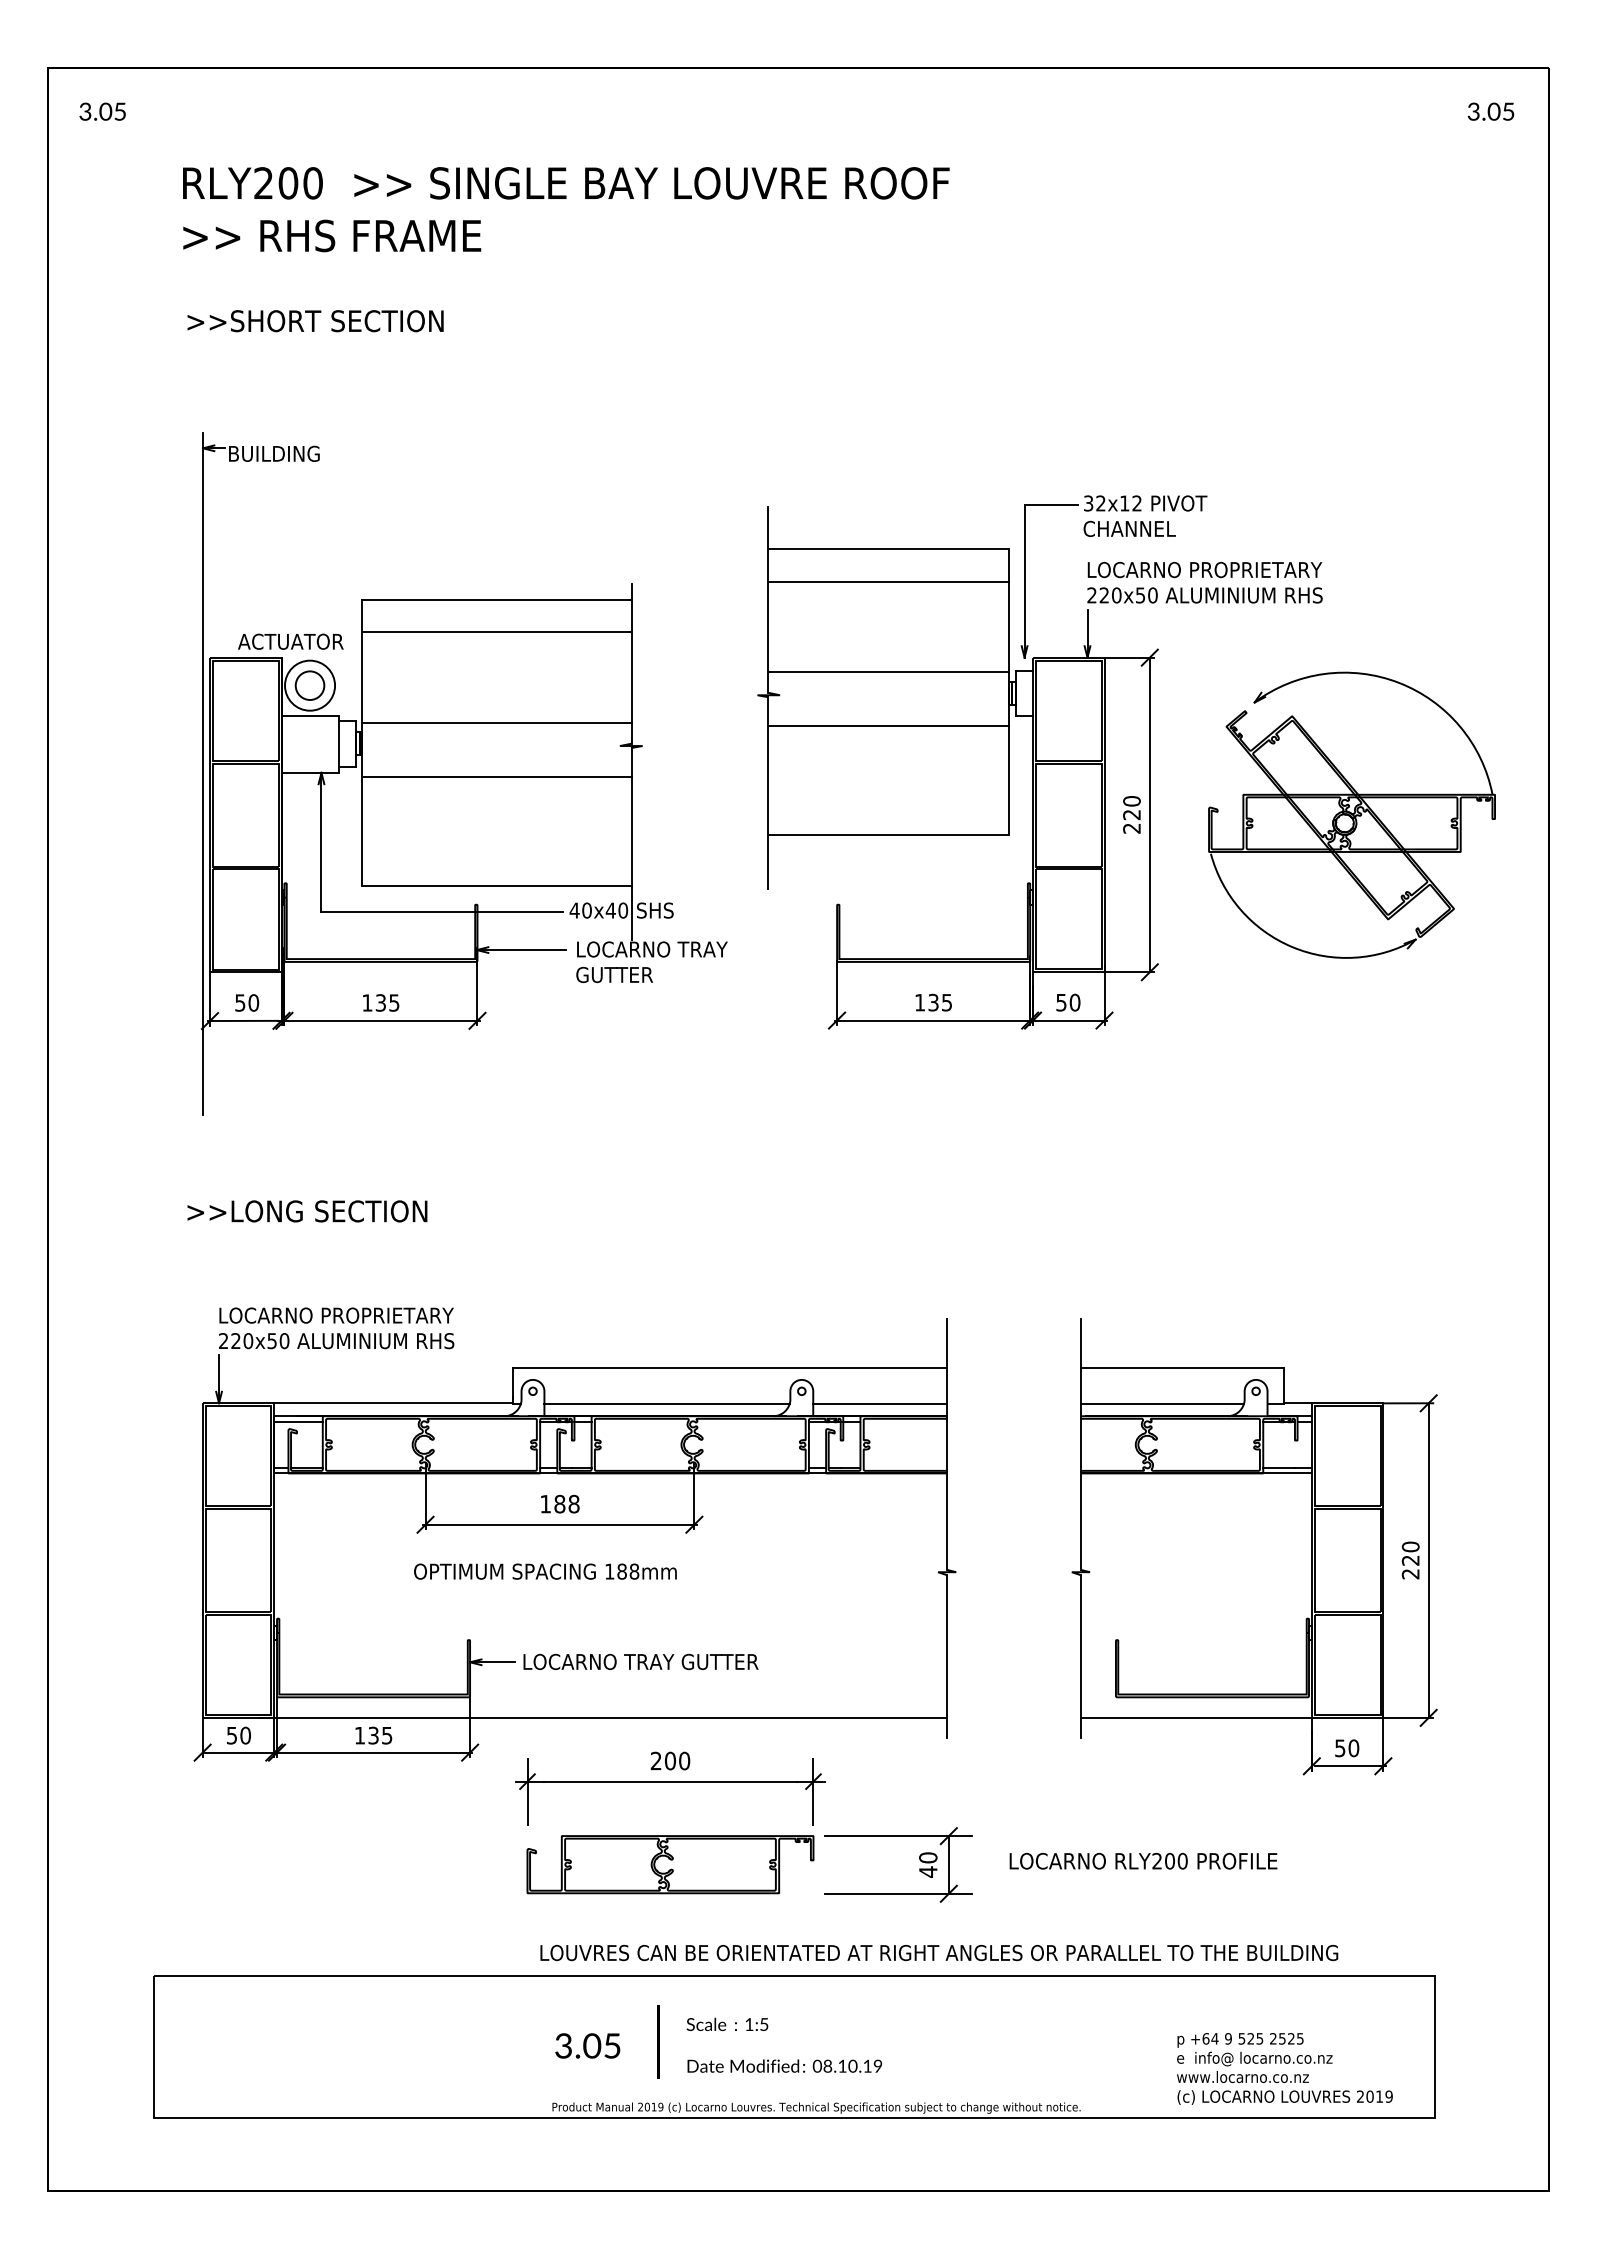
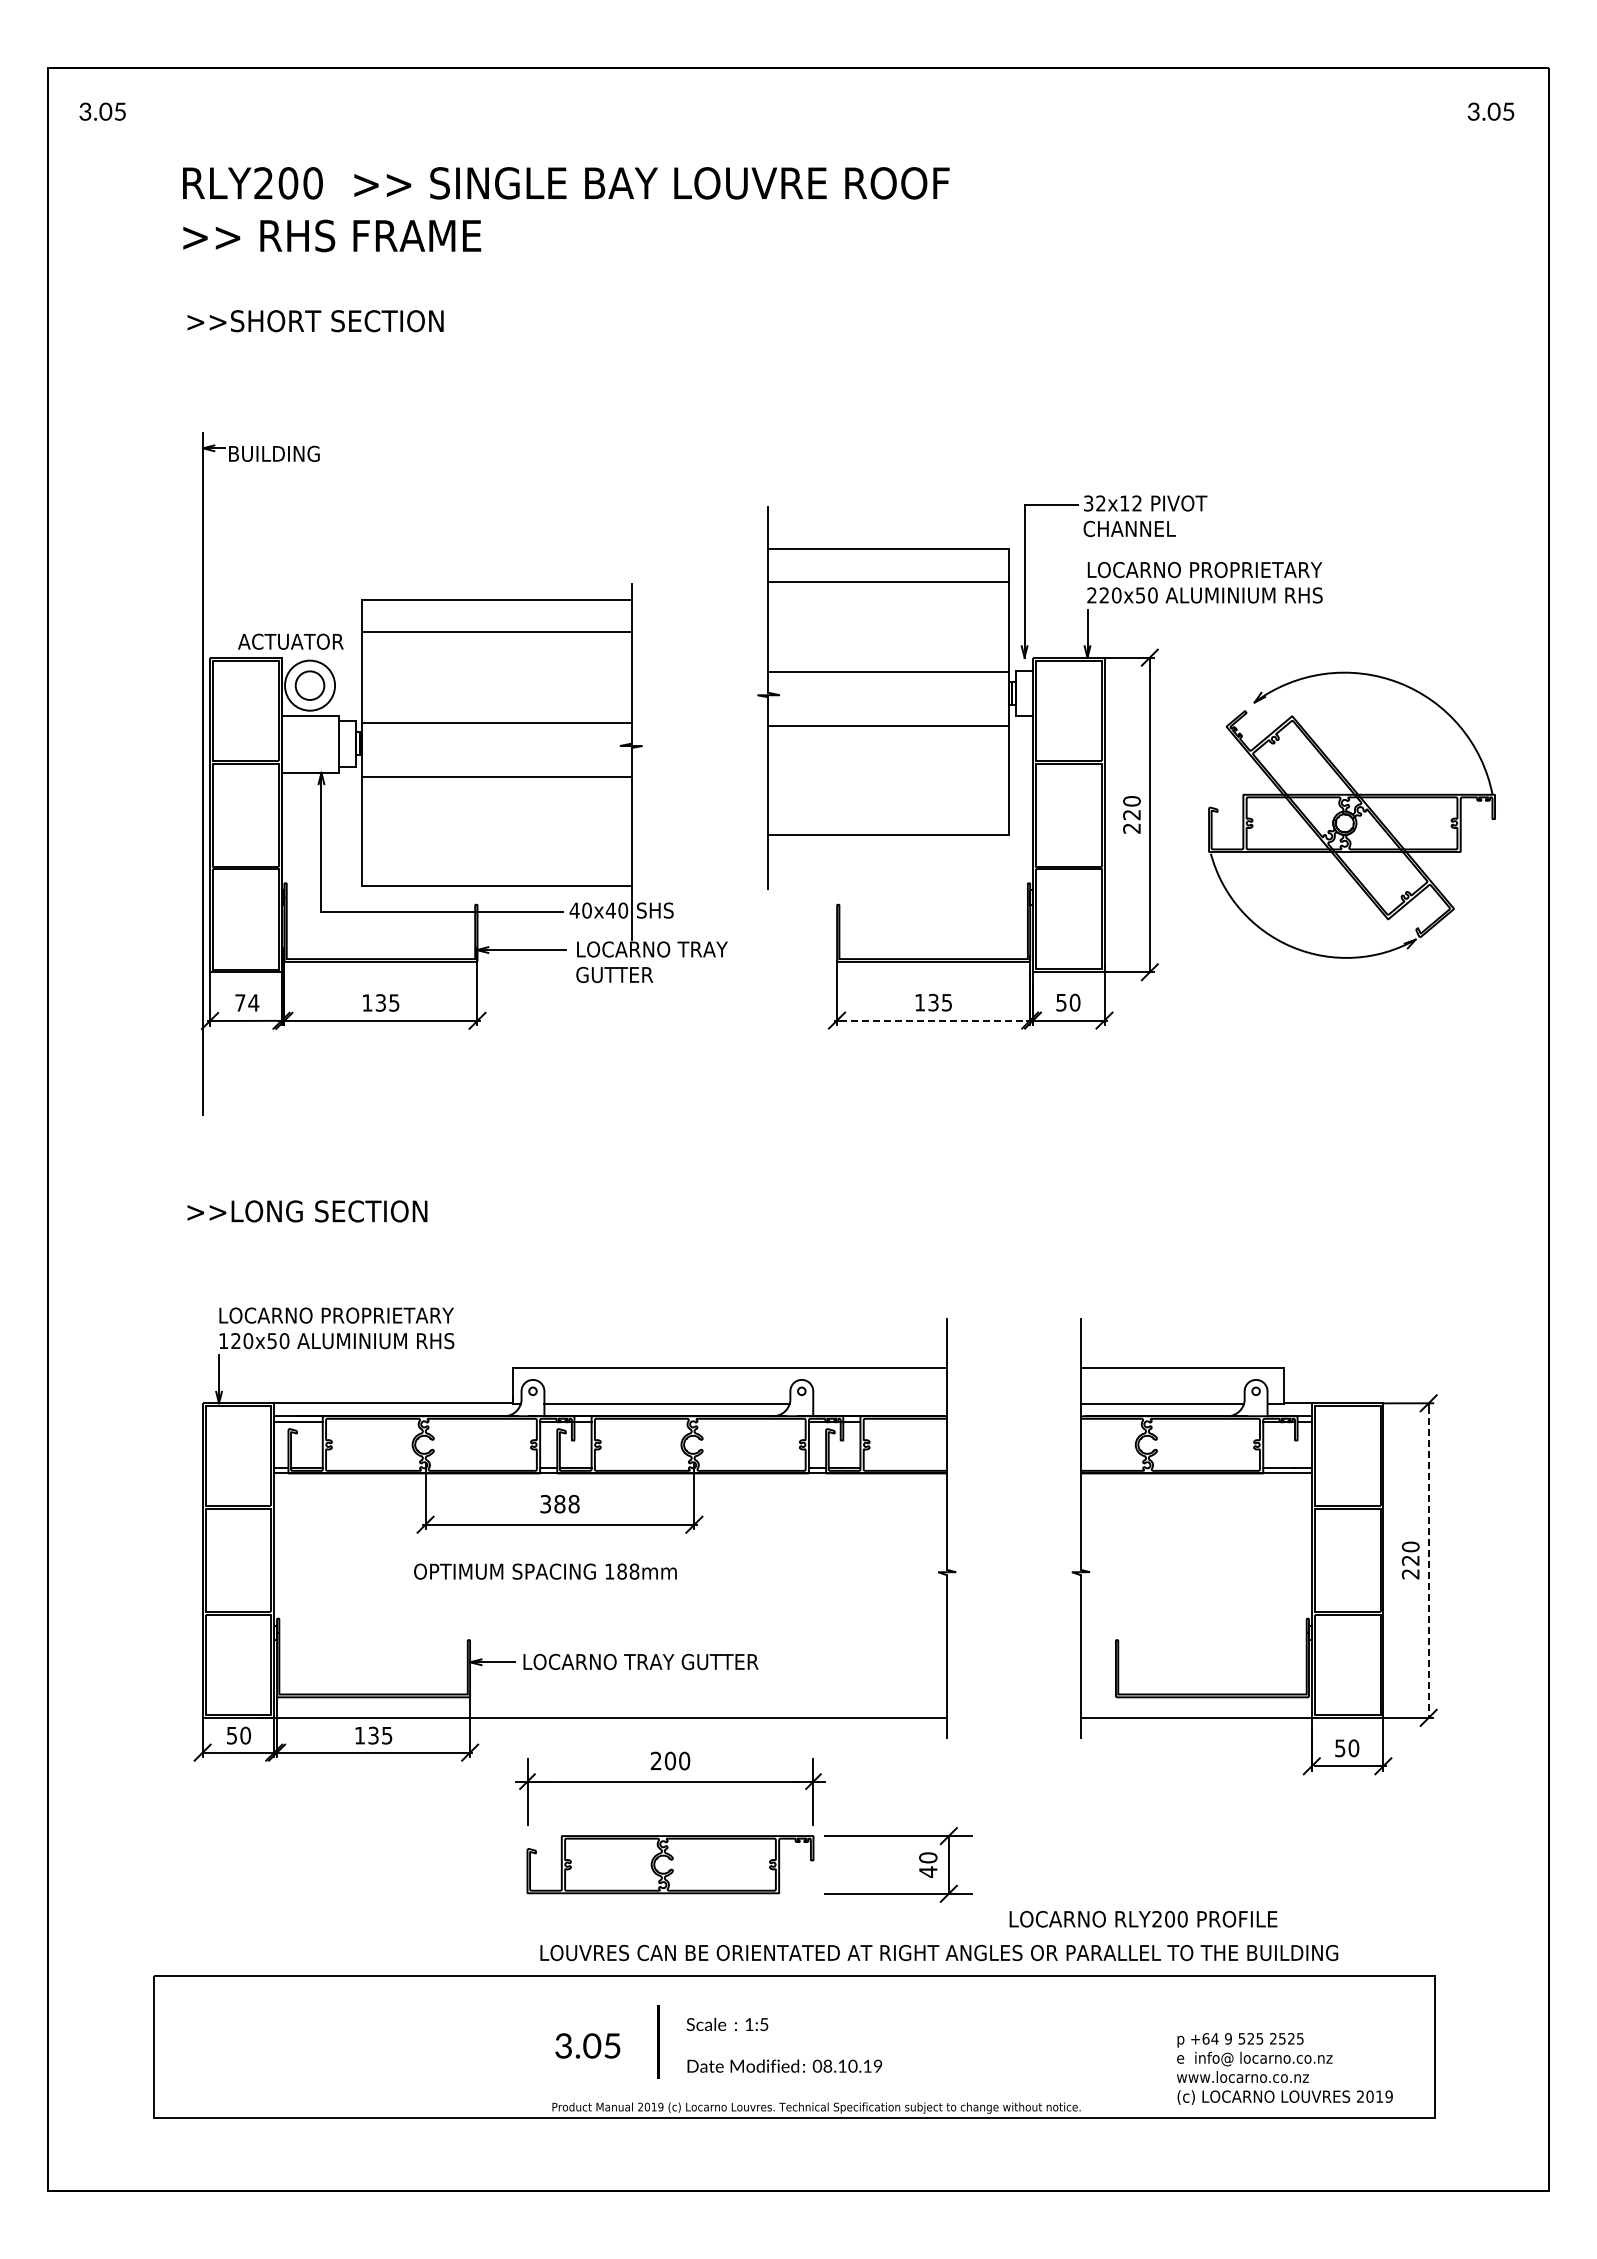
text at (247, 1002): 50 -> 74
line at (934, 1020): solid -> dashed
text at (223, 1340): 220x50 -> 120x50
line at (880, 1404): present -> none
text at (545, 1503): 188 -> 388
line at (1428, 1562): solid -> dashed
text at (1143, 1860) position: (1143, 1860) -> (1143, 1918)
